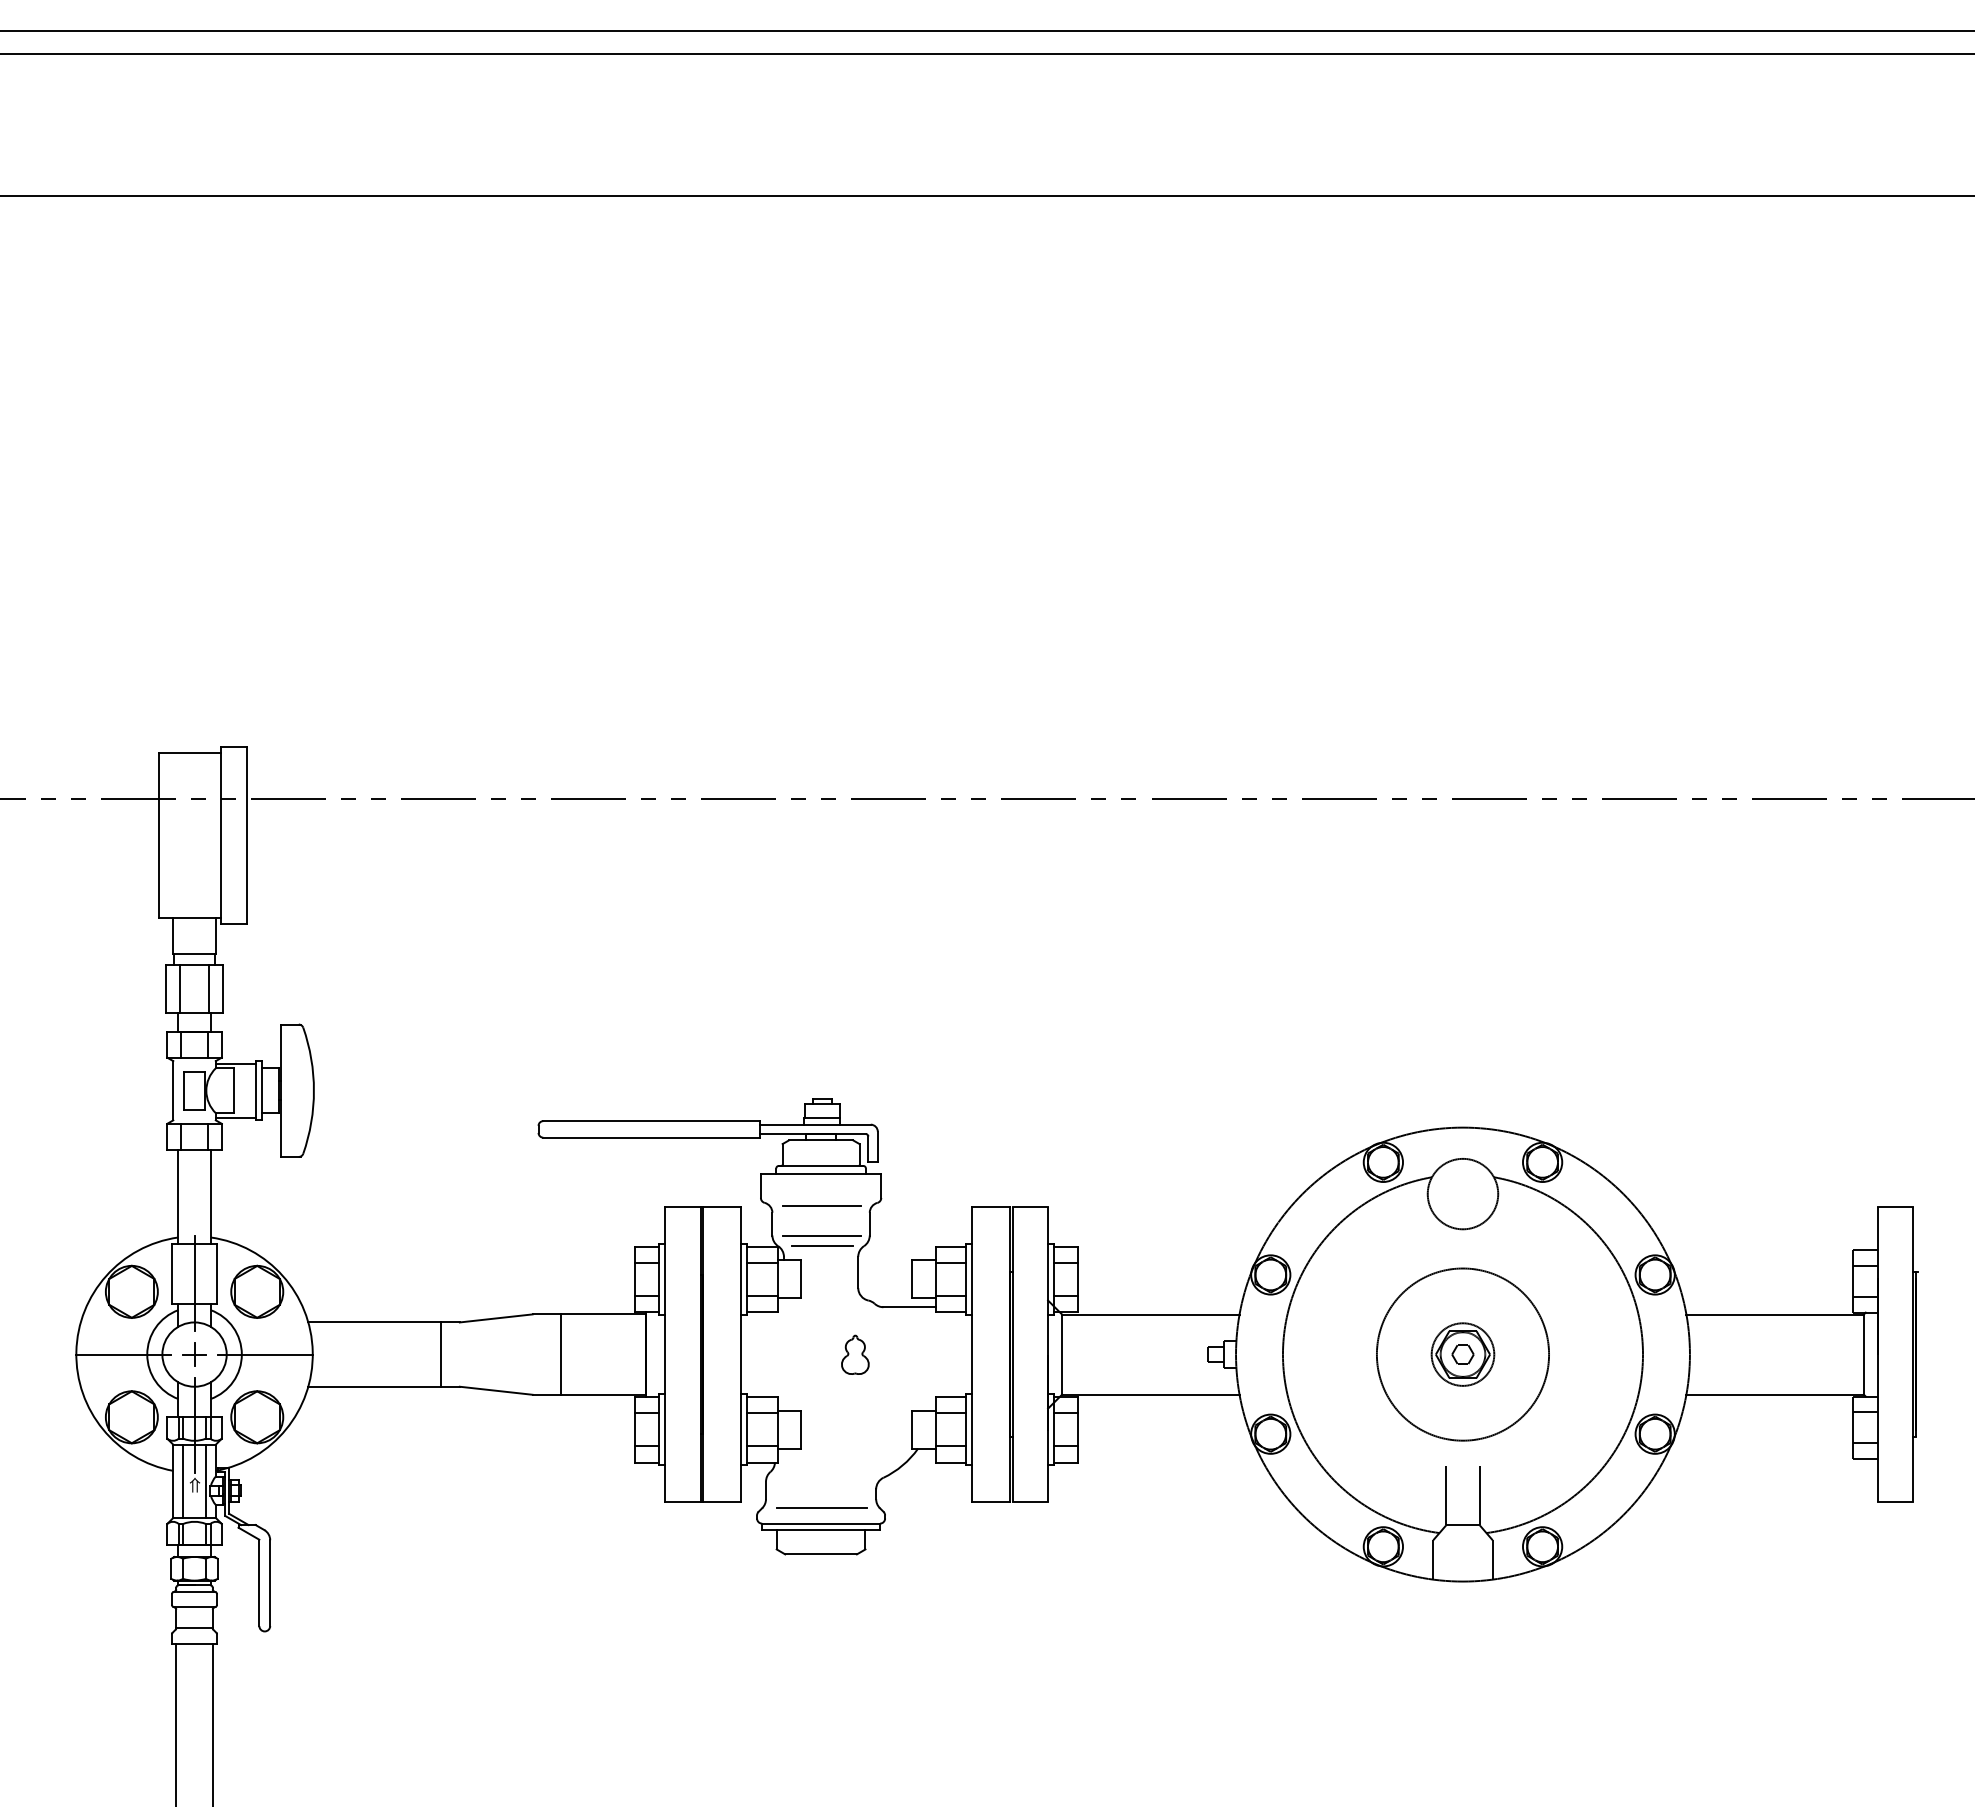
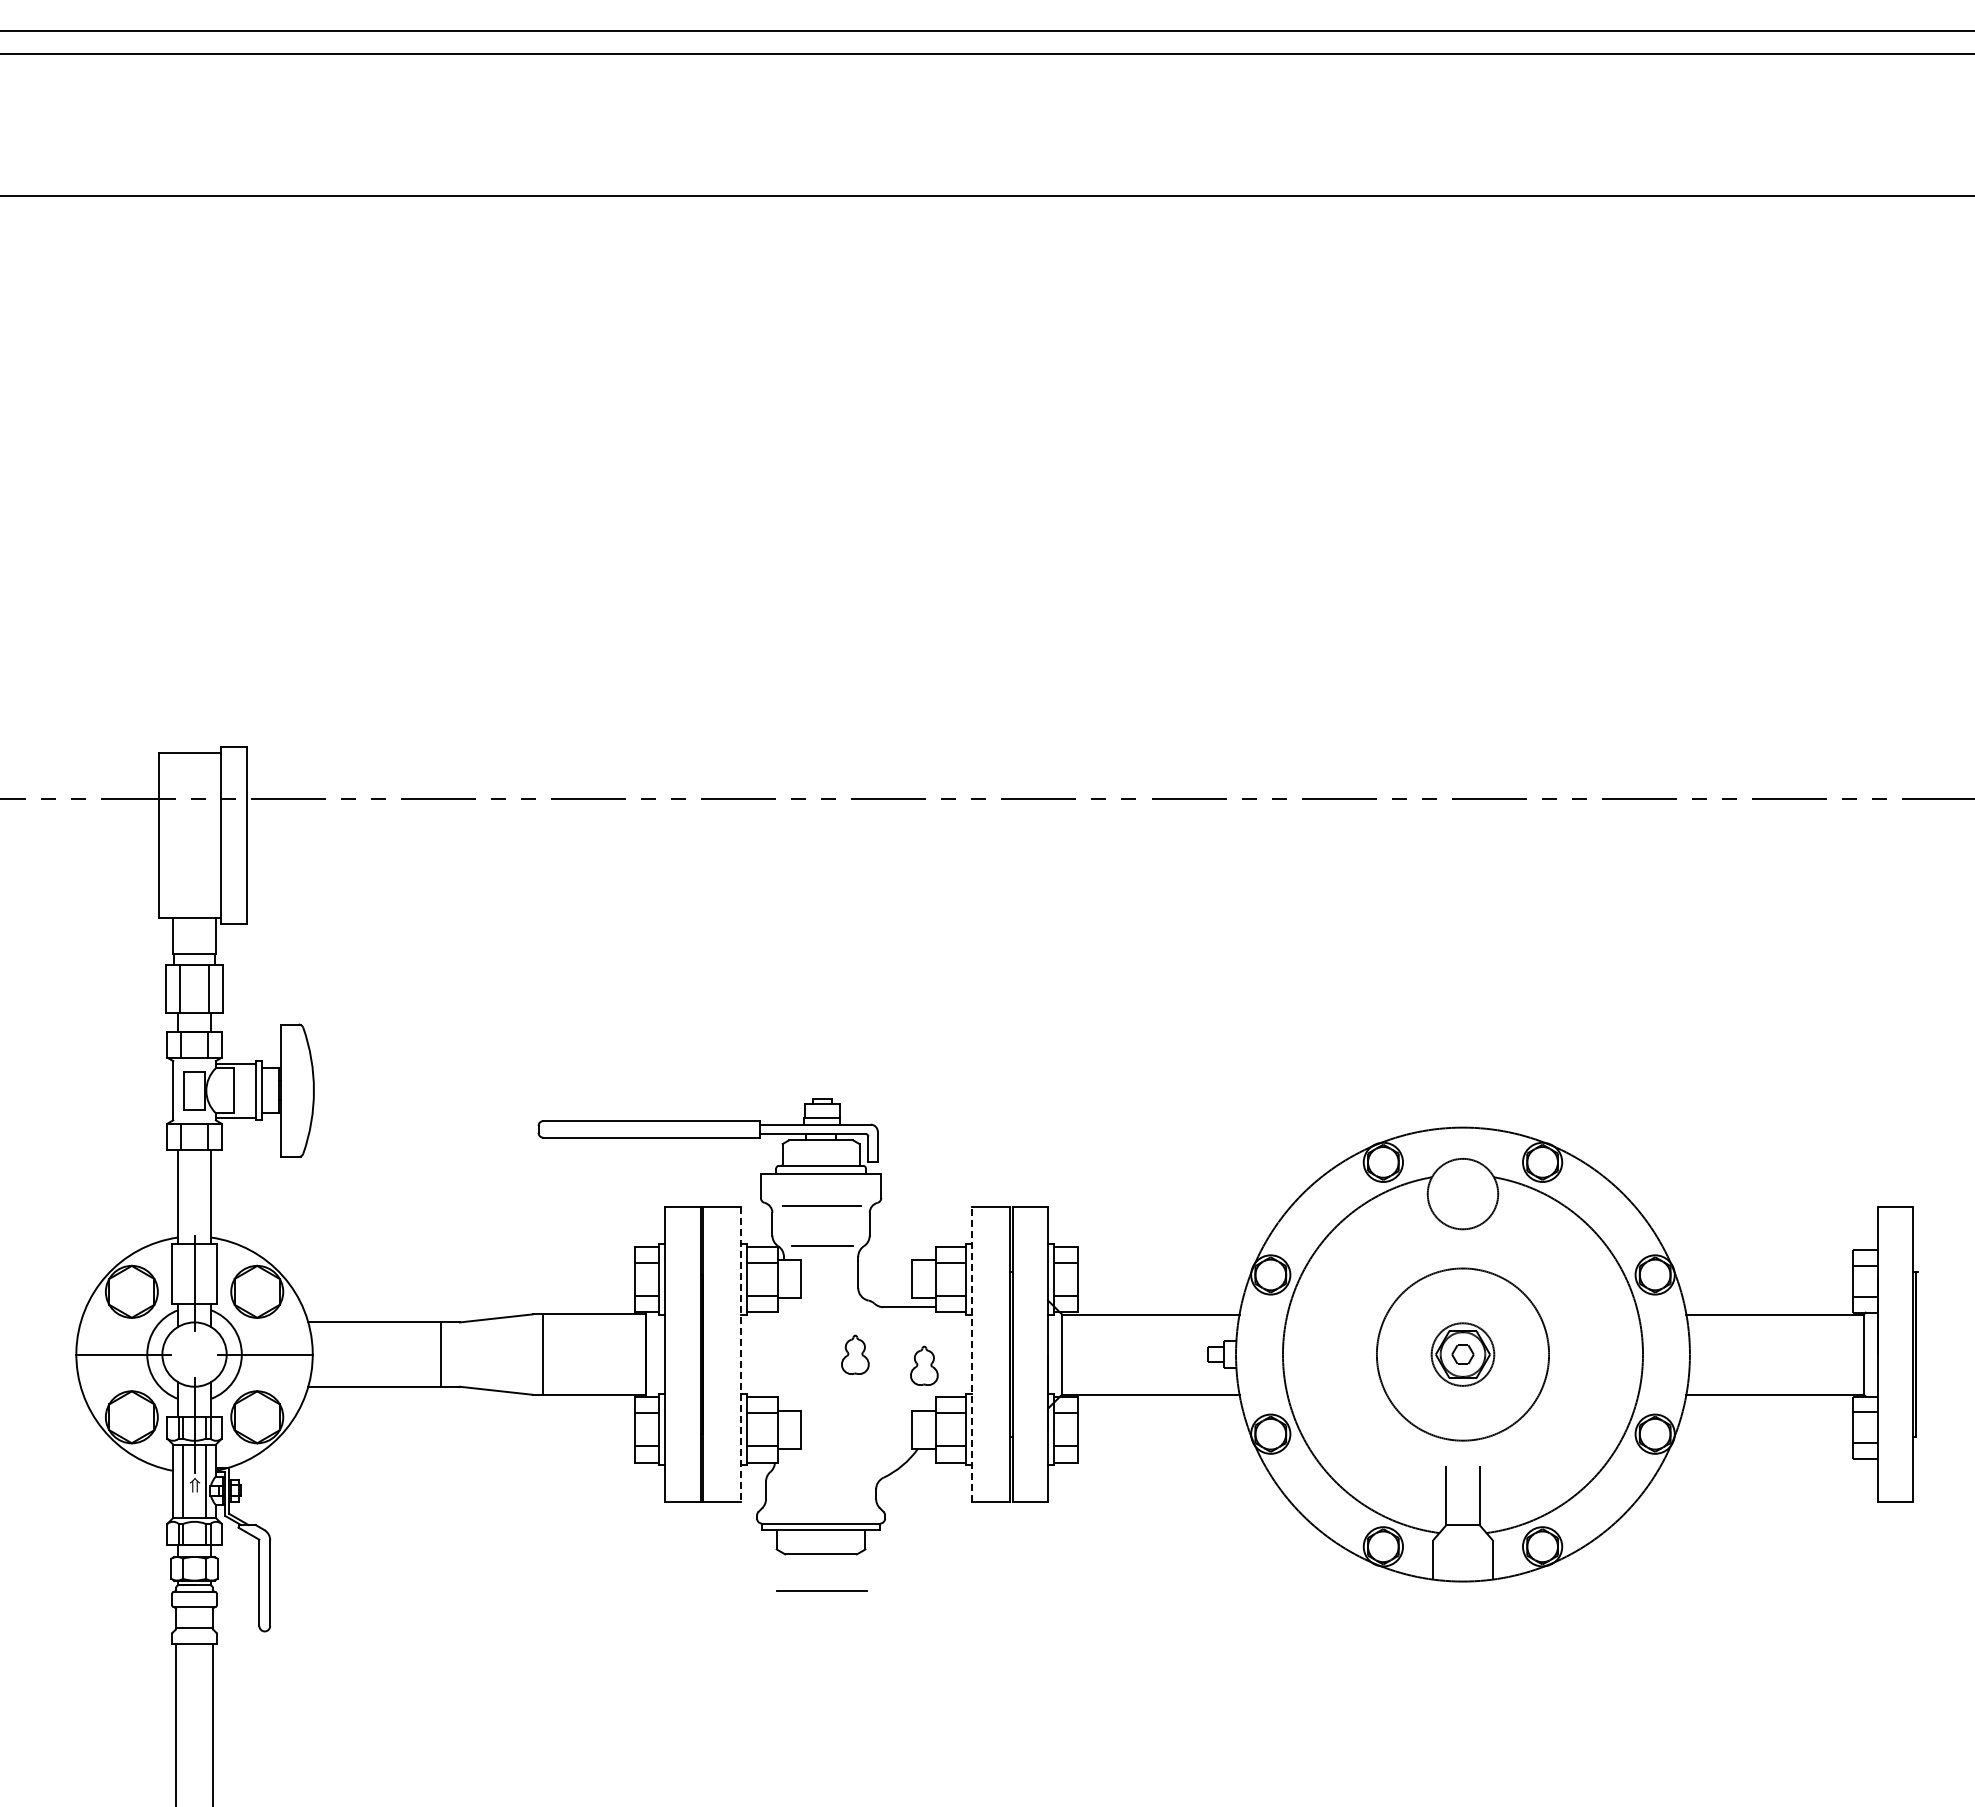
line at (822, 1235): present -> none
part at (194, 1354): present -> none
line at (561, 1354) position: (561, 1354) -> (543, 1354)
line at (740, 1354): solid -> dashed
line at (972, 1354): solid -> dashed
part at (924, 1365): none -> present
line at (821, 1507) position: (821, 1507) -> (821, 1590)
